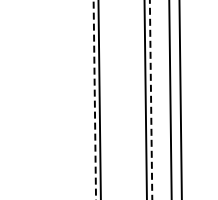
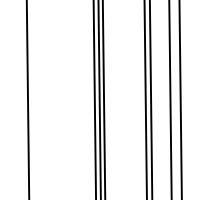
line at (27, 99): none -> present
line at (94, 99): dashed -> solid
line at (103, 99): none -> present
line at (151, 100): dashed -> solid
